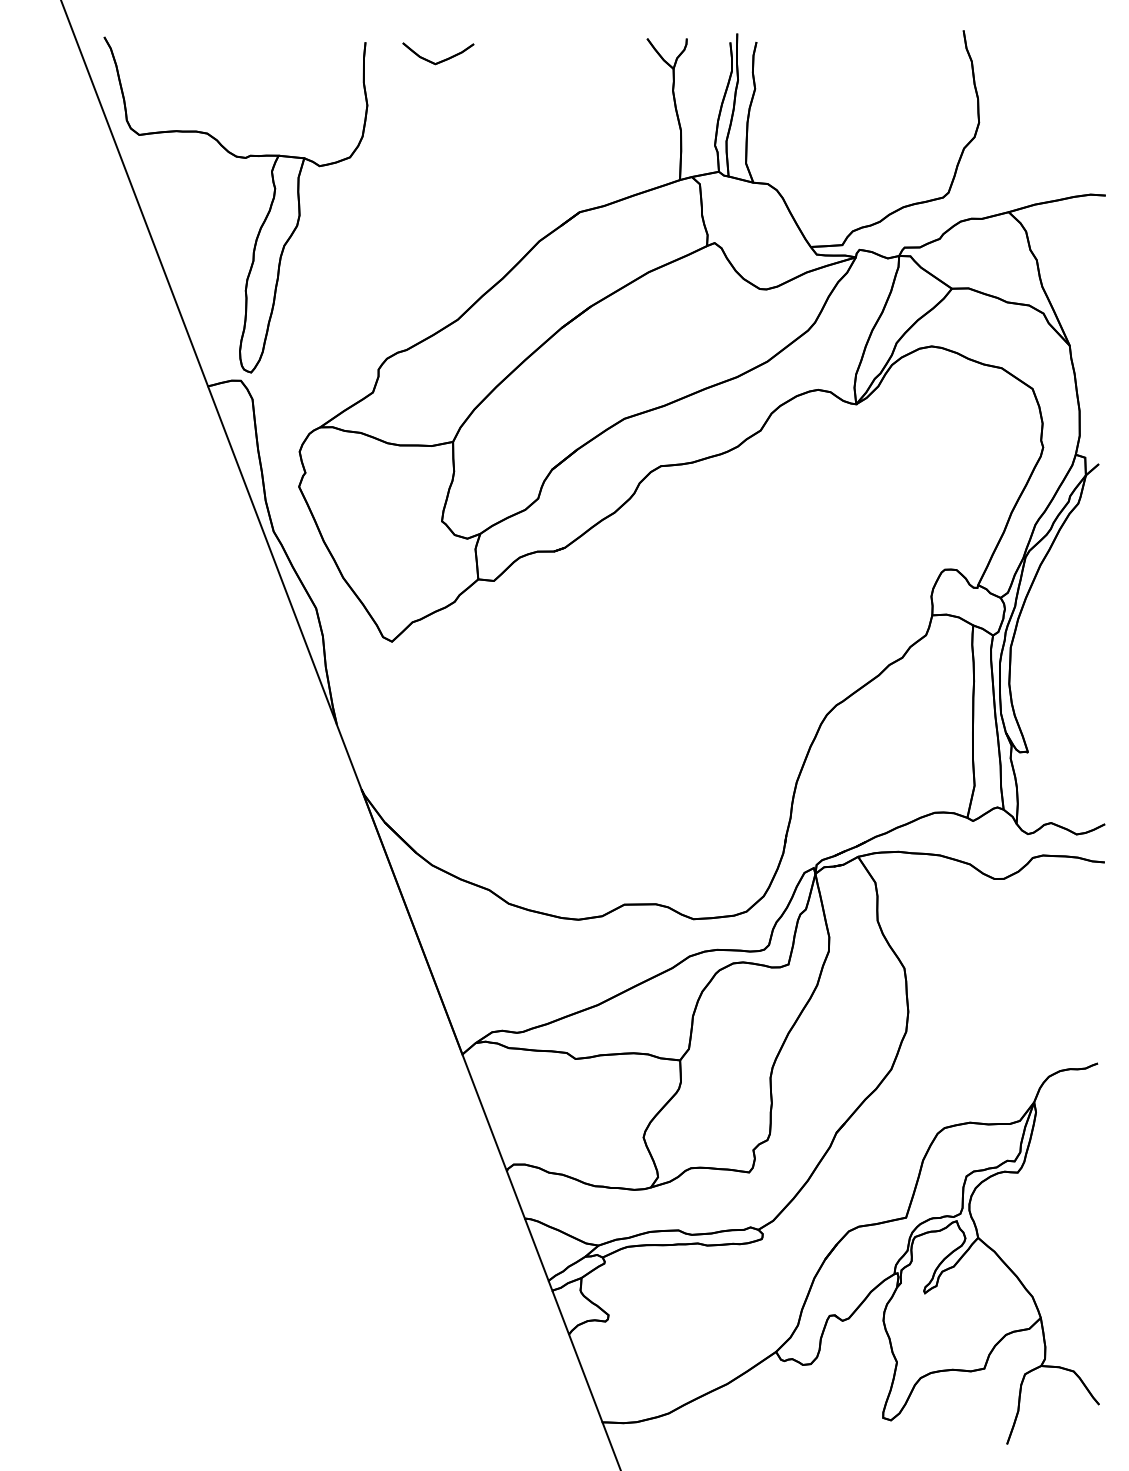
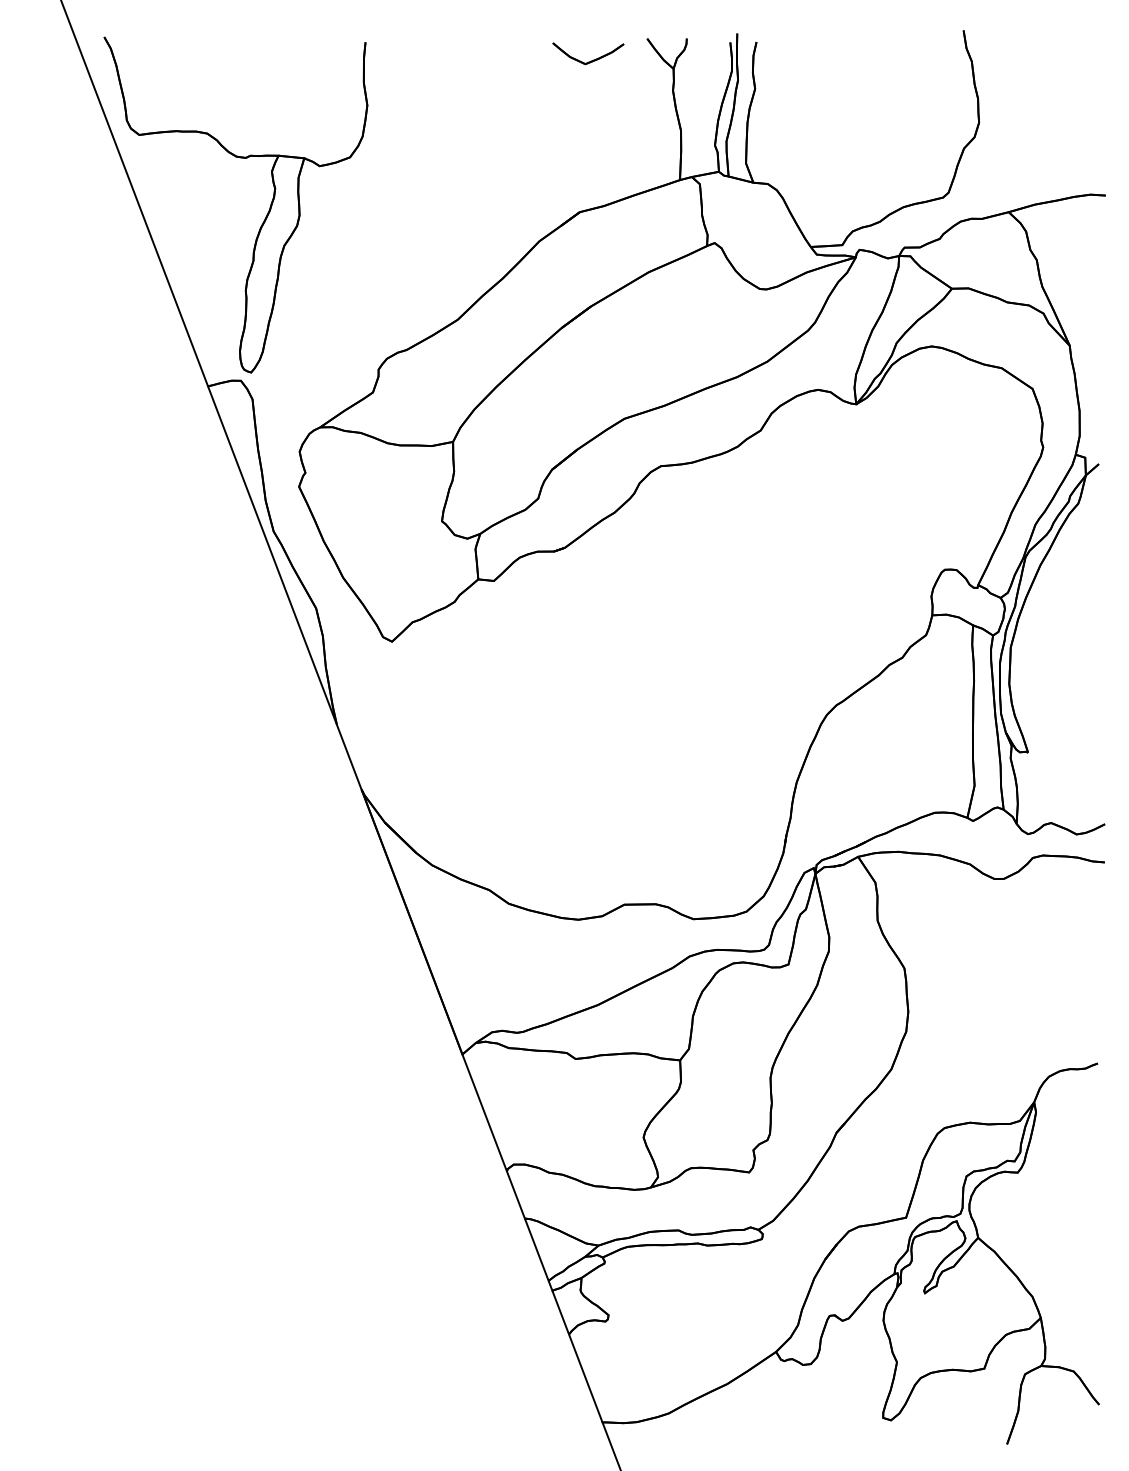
part at (441, 60) position: (441, 60) -> (591, 60)
